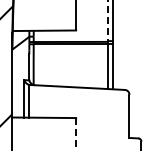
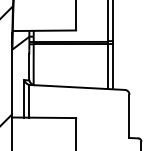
line at (107, 21): dashed -> solid
line at (76, 134): dashed -> solid
